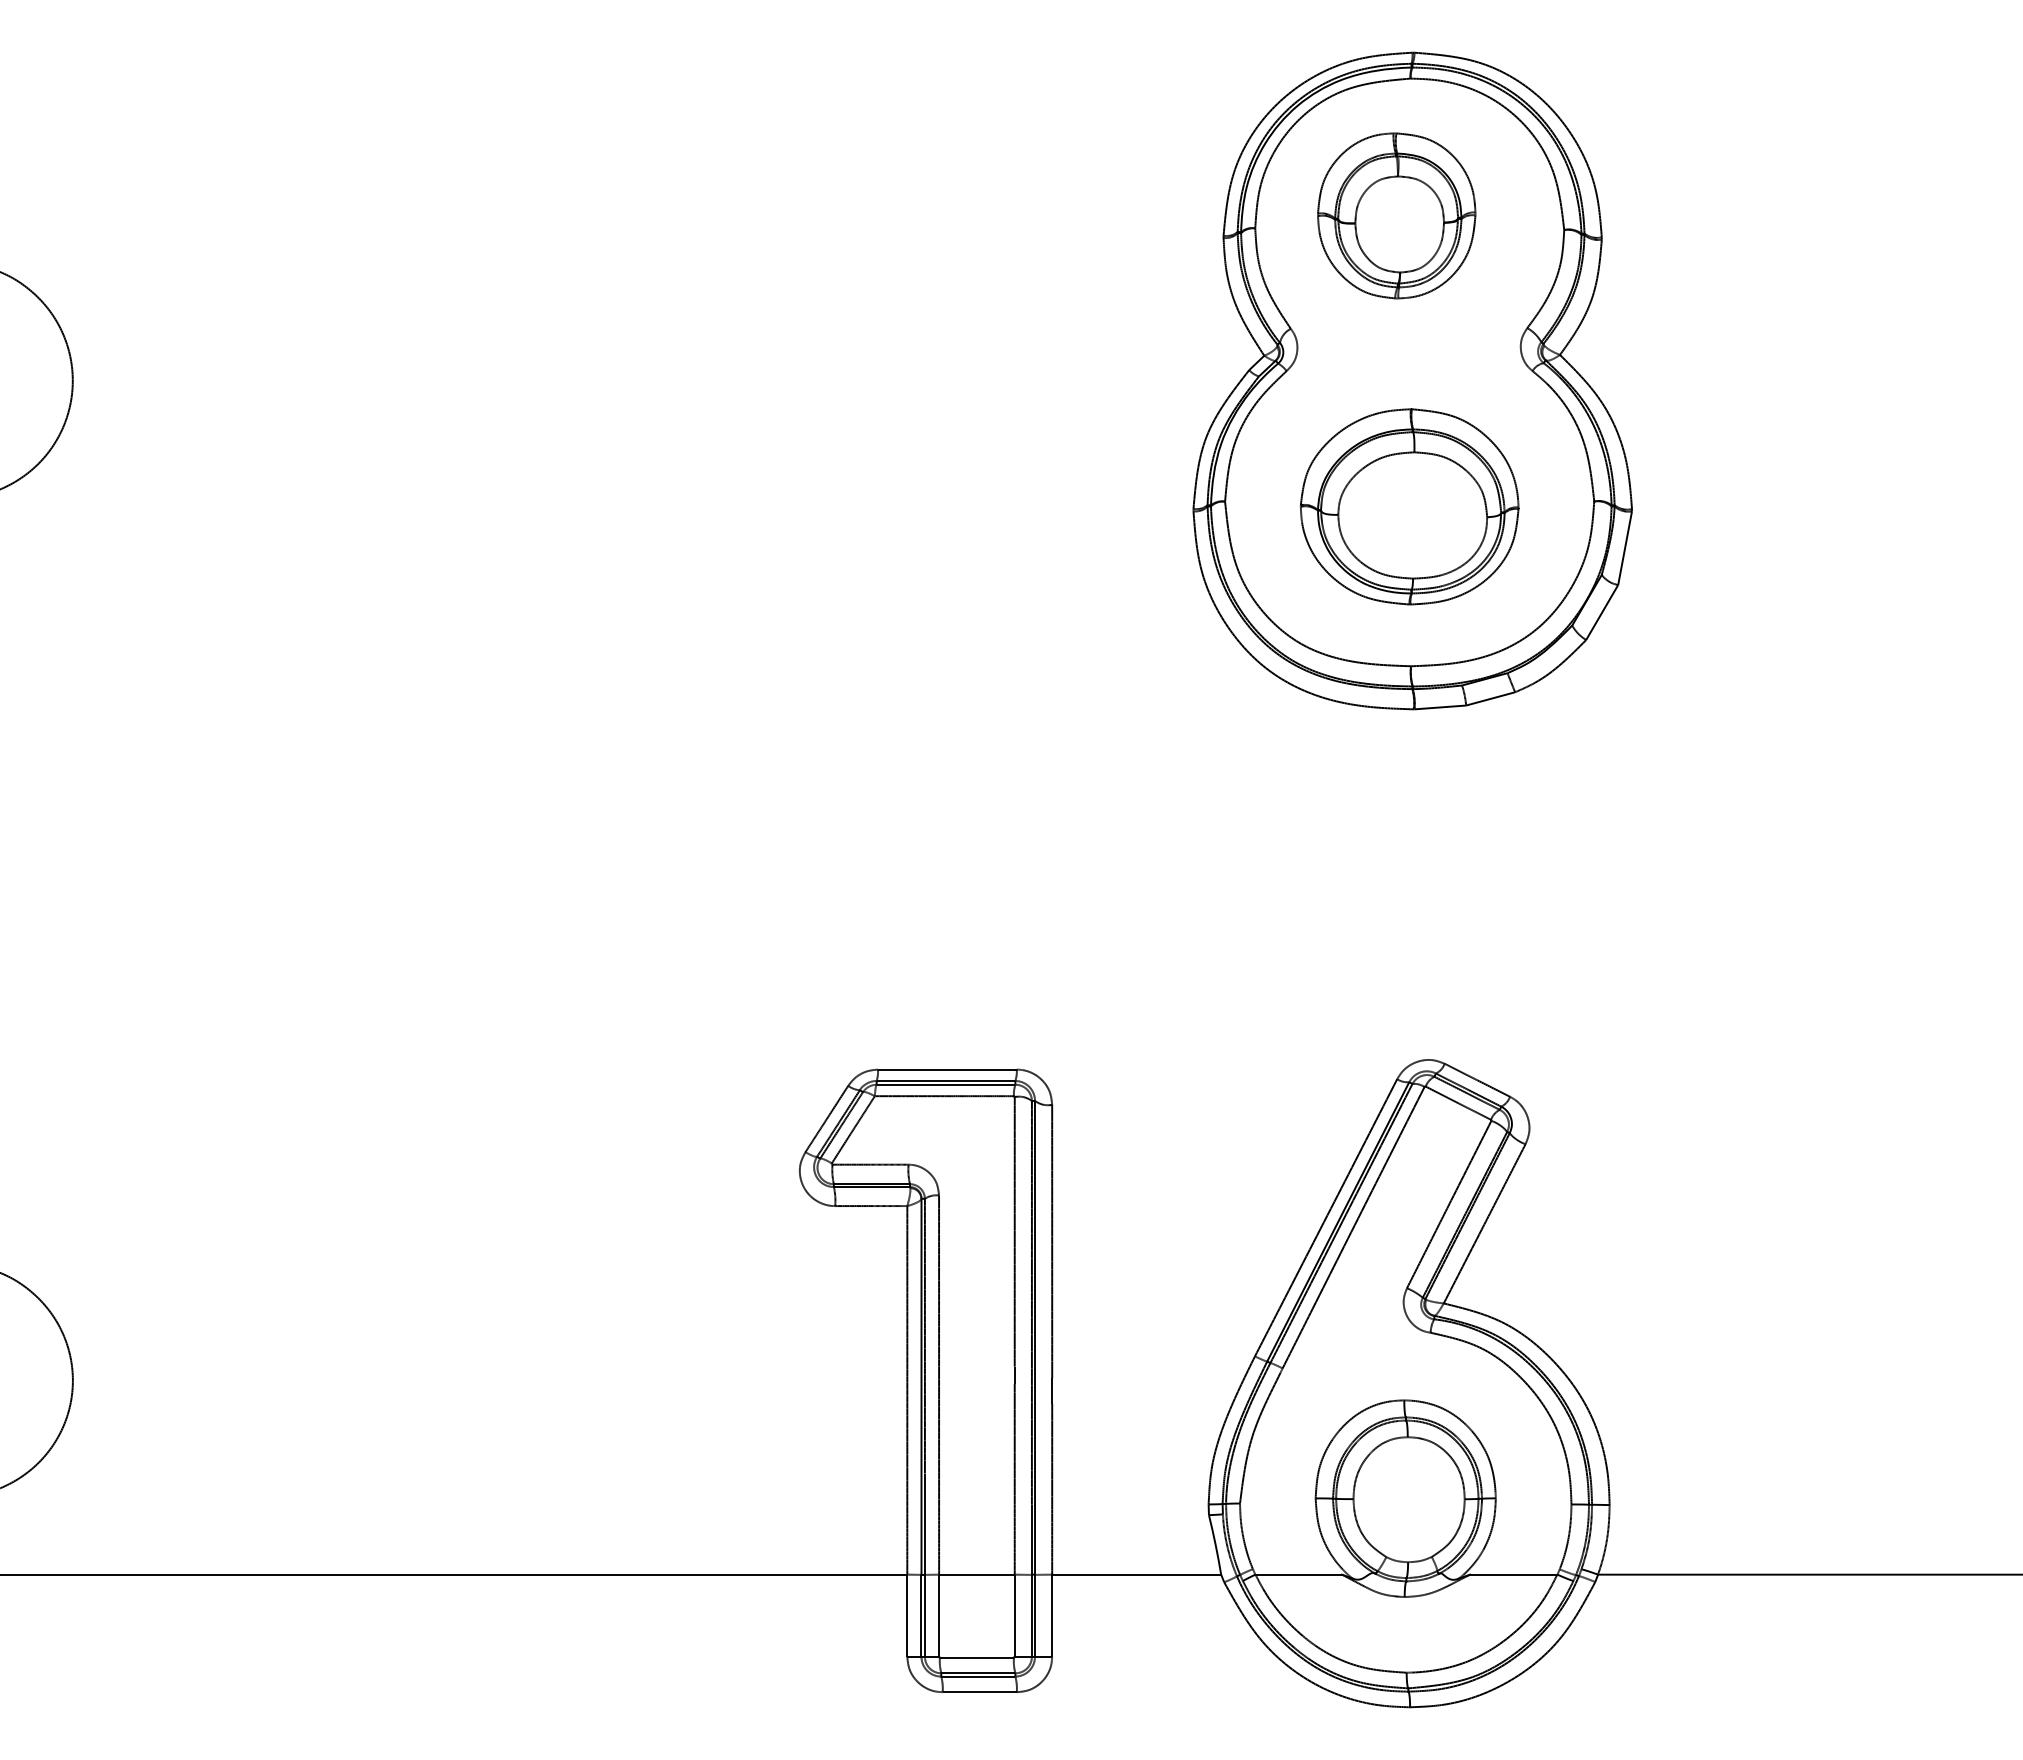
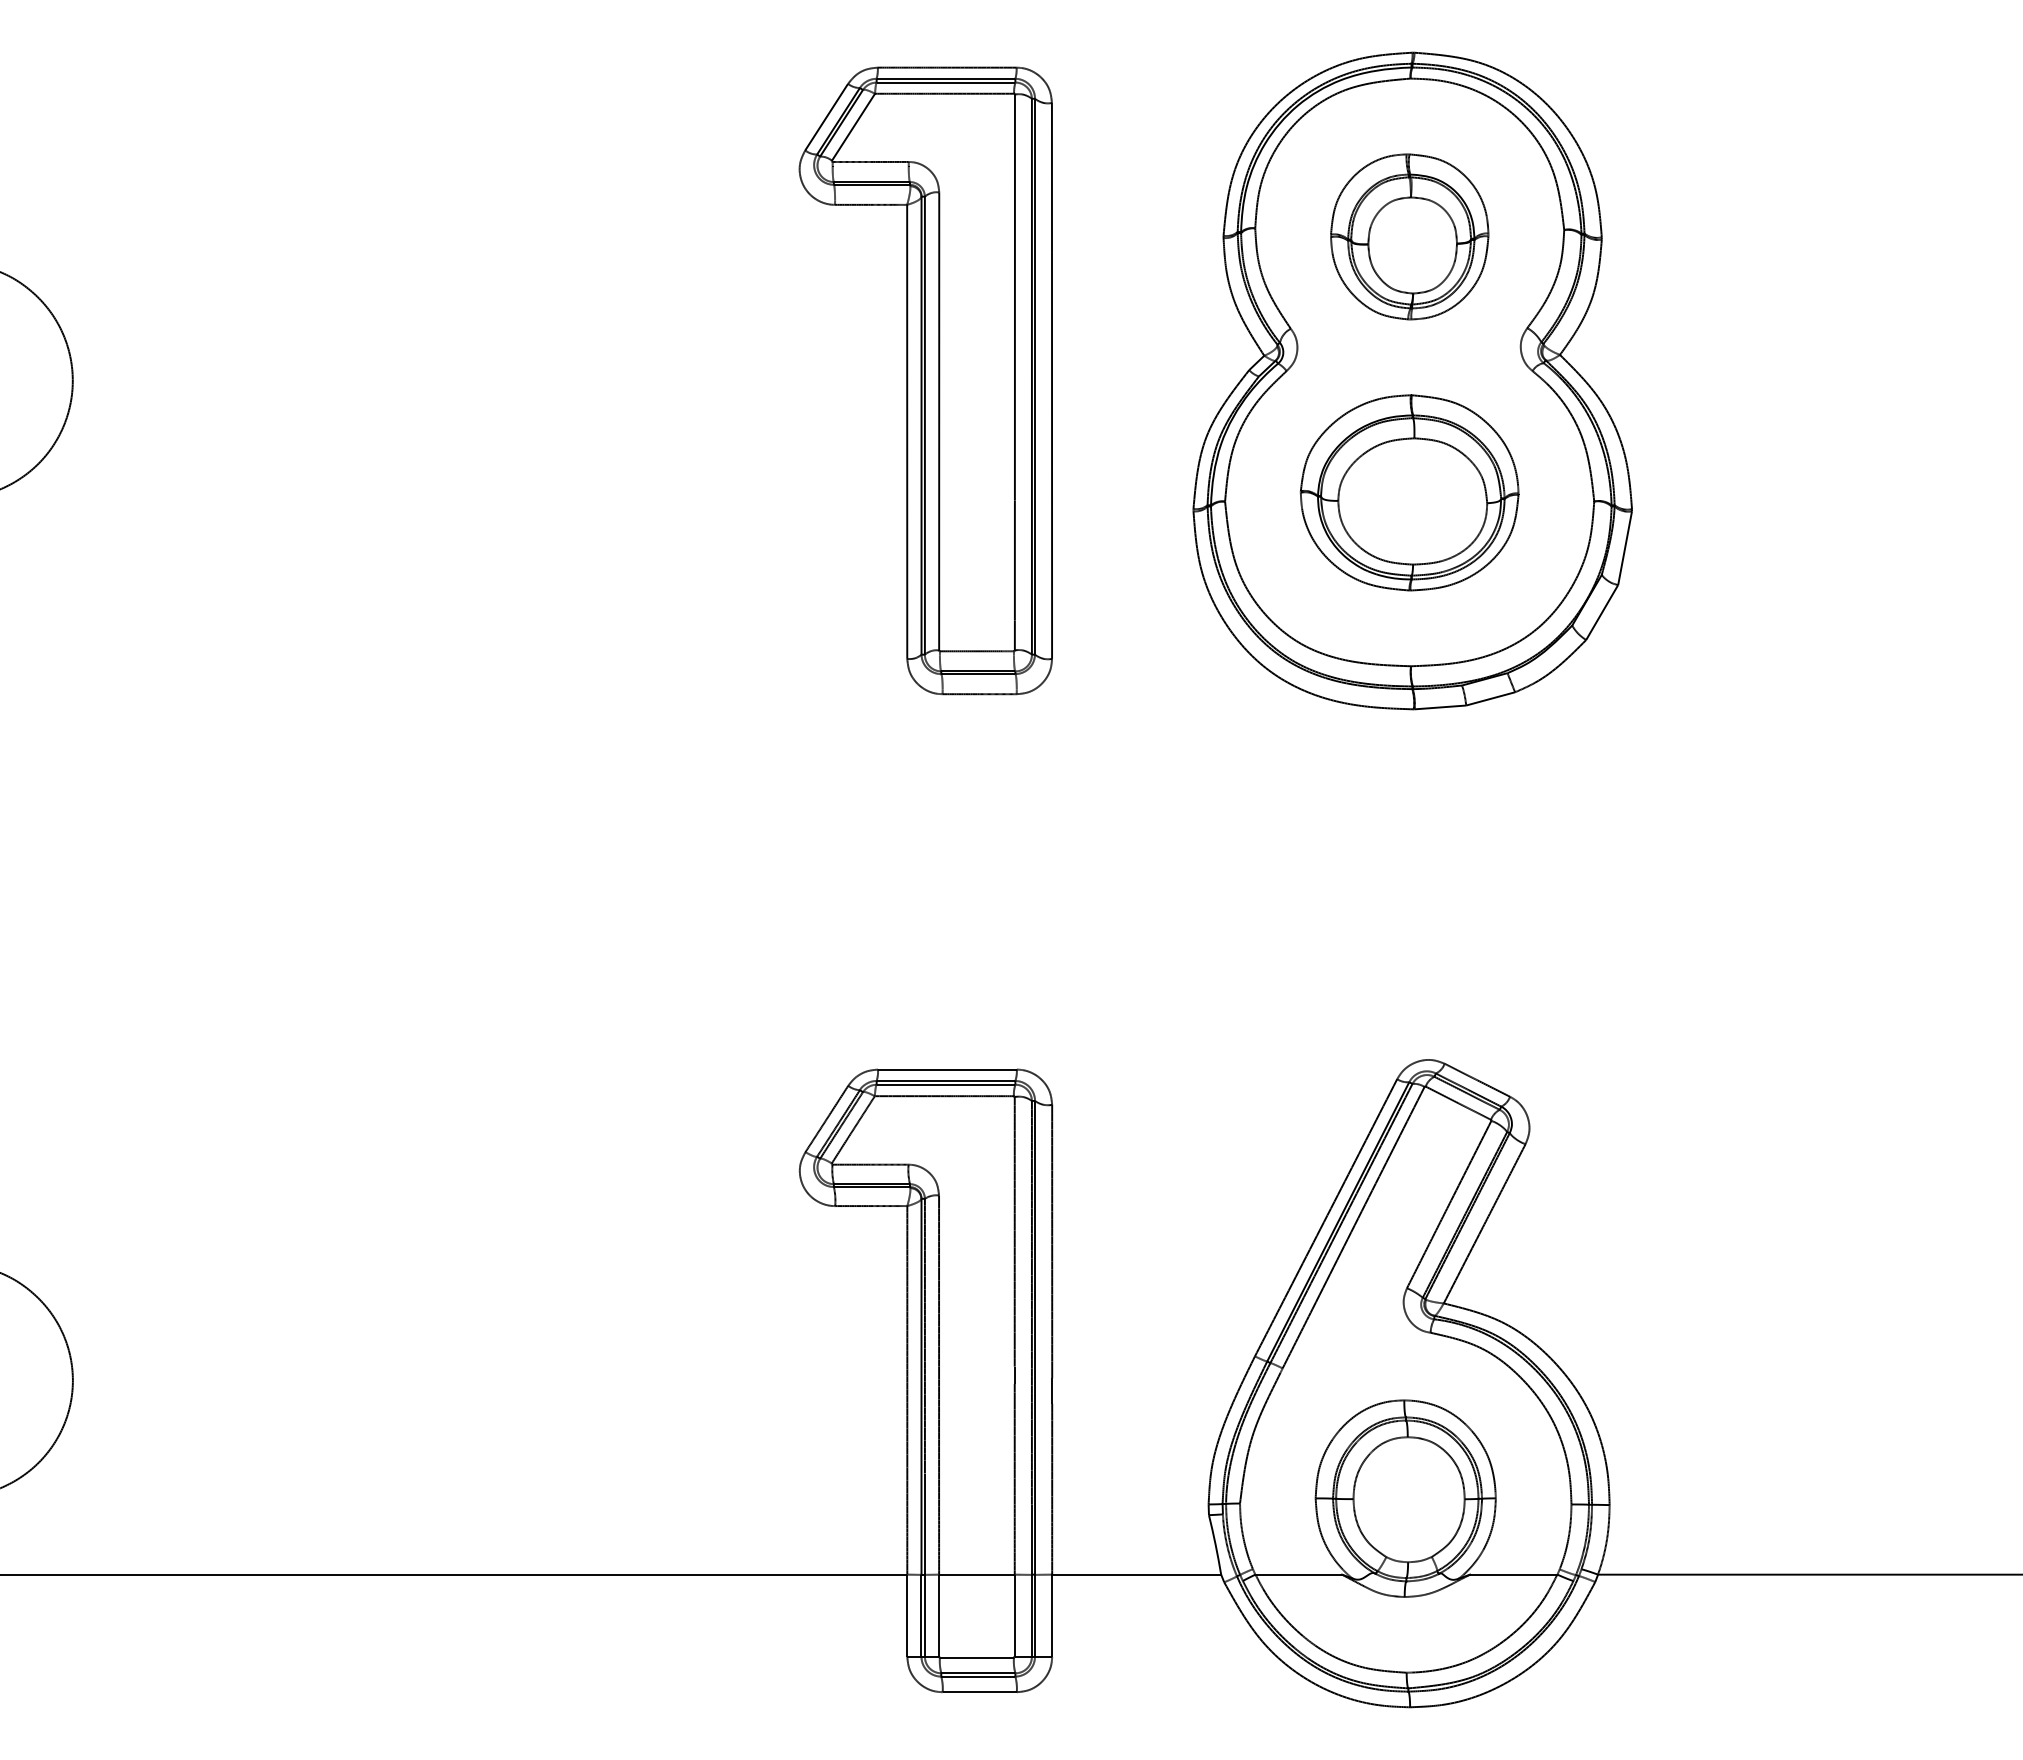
part at (1396, 215) position: (1396, 215) -> (1409, 236)
part at (925, 380): none -> present
part at (1409, 506) position: (1409, 506) -> (1409, 492)
